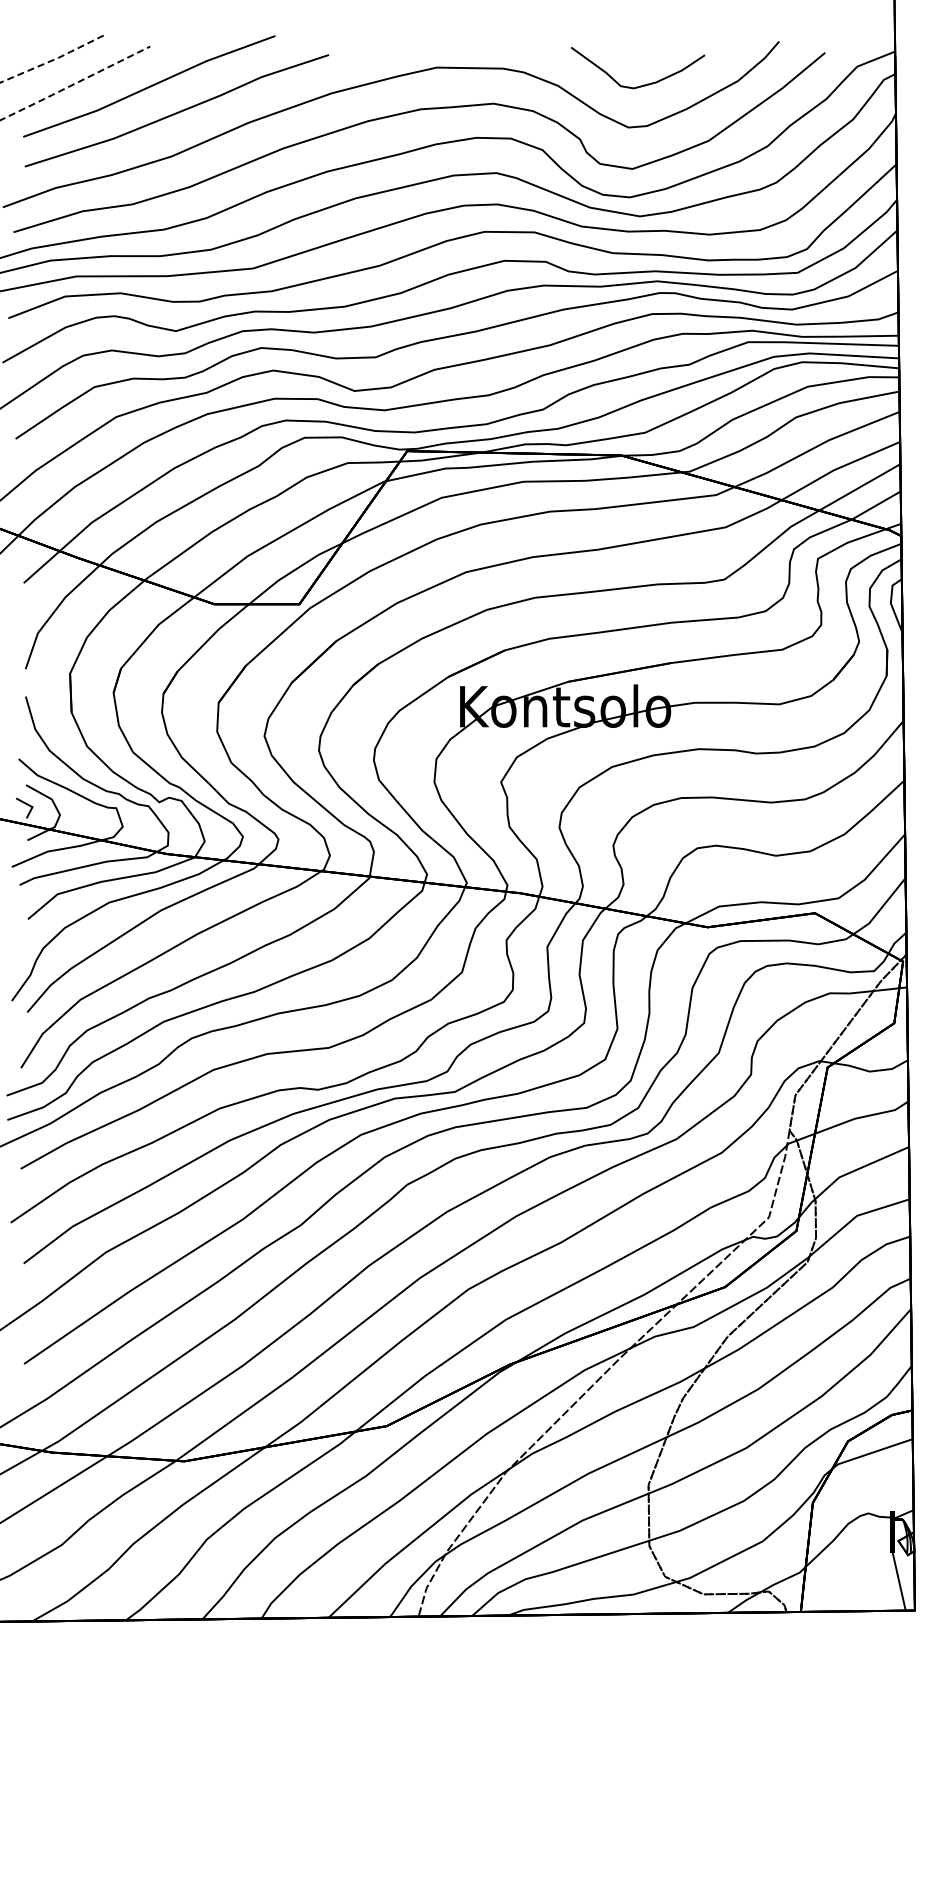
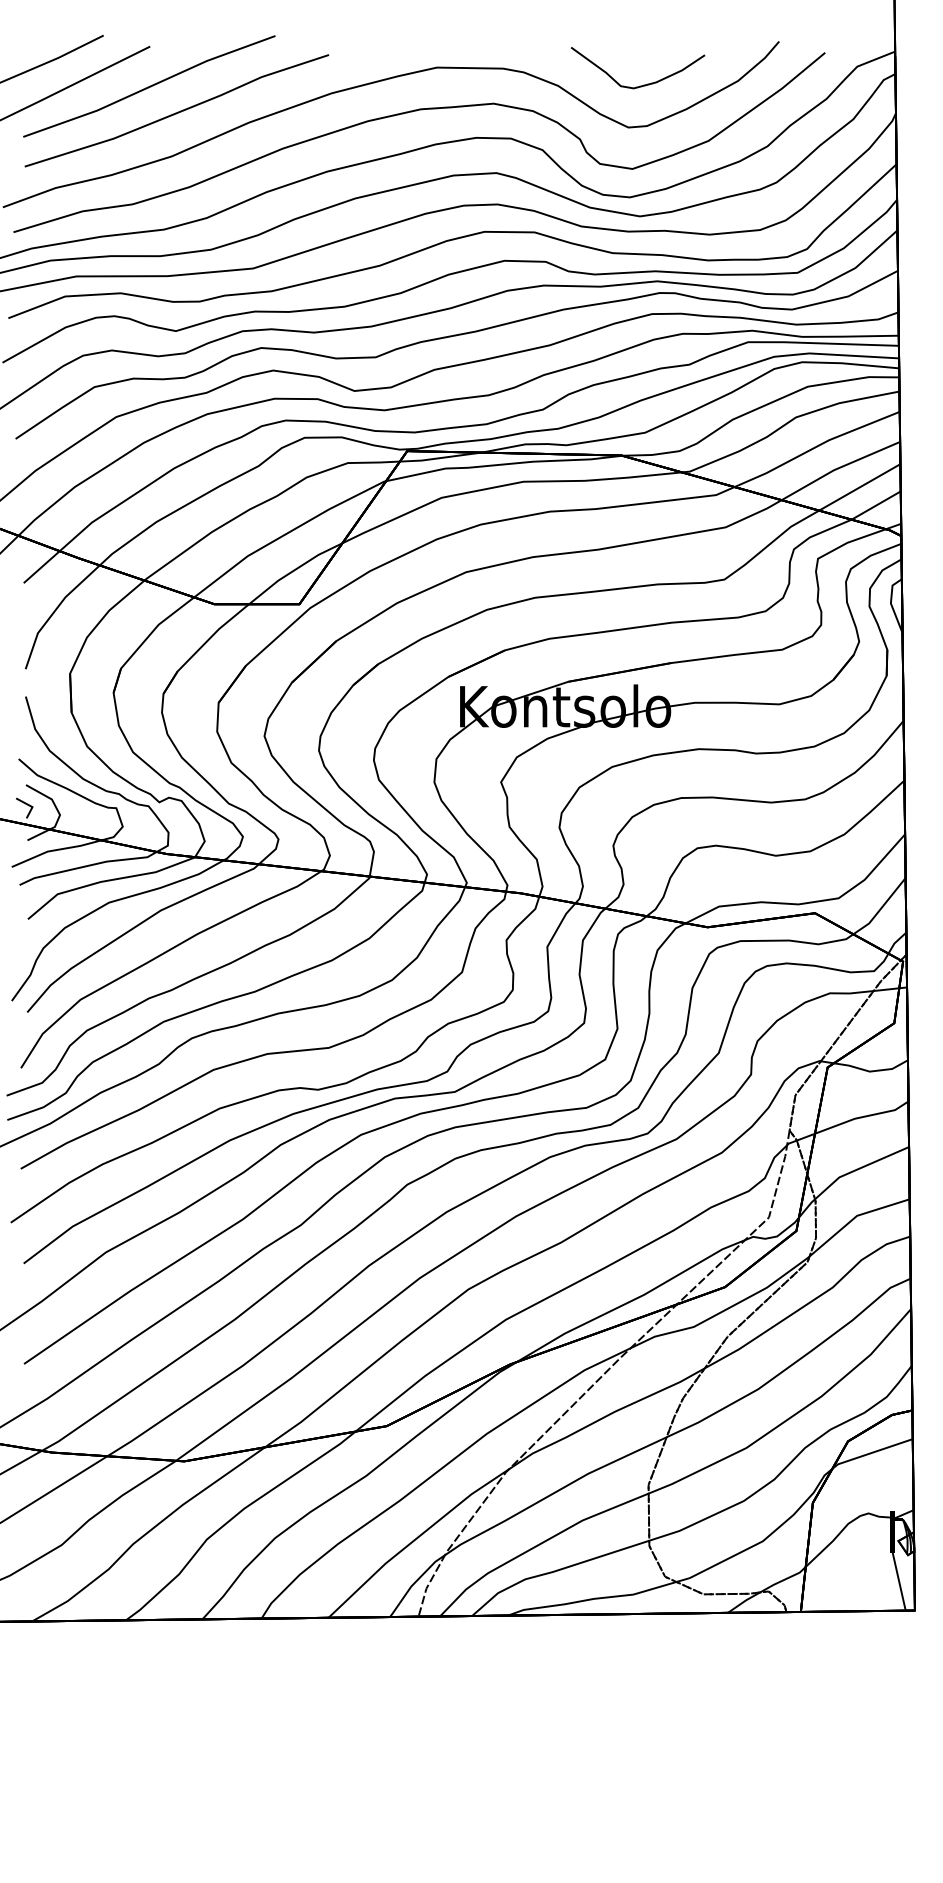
line at (53, 60): dashed -> solid
line at (75, 83): dashed -> solid
